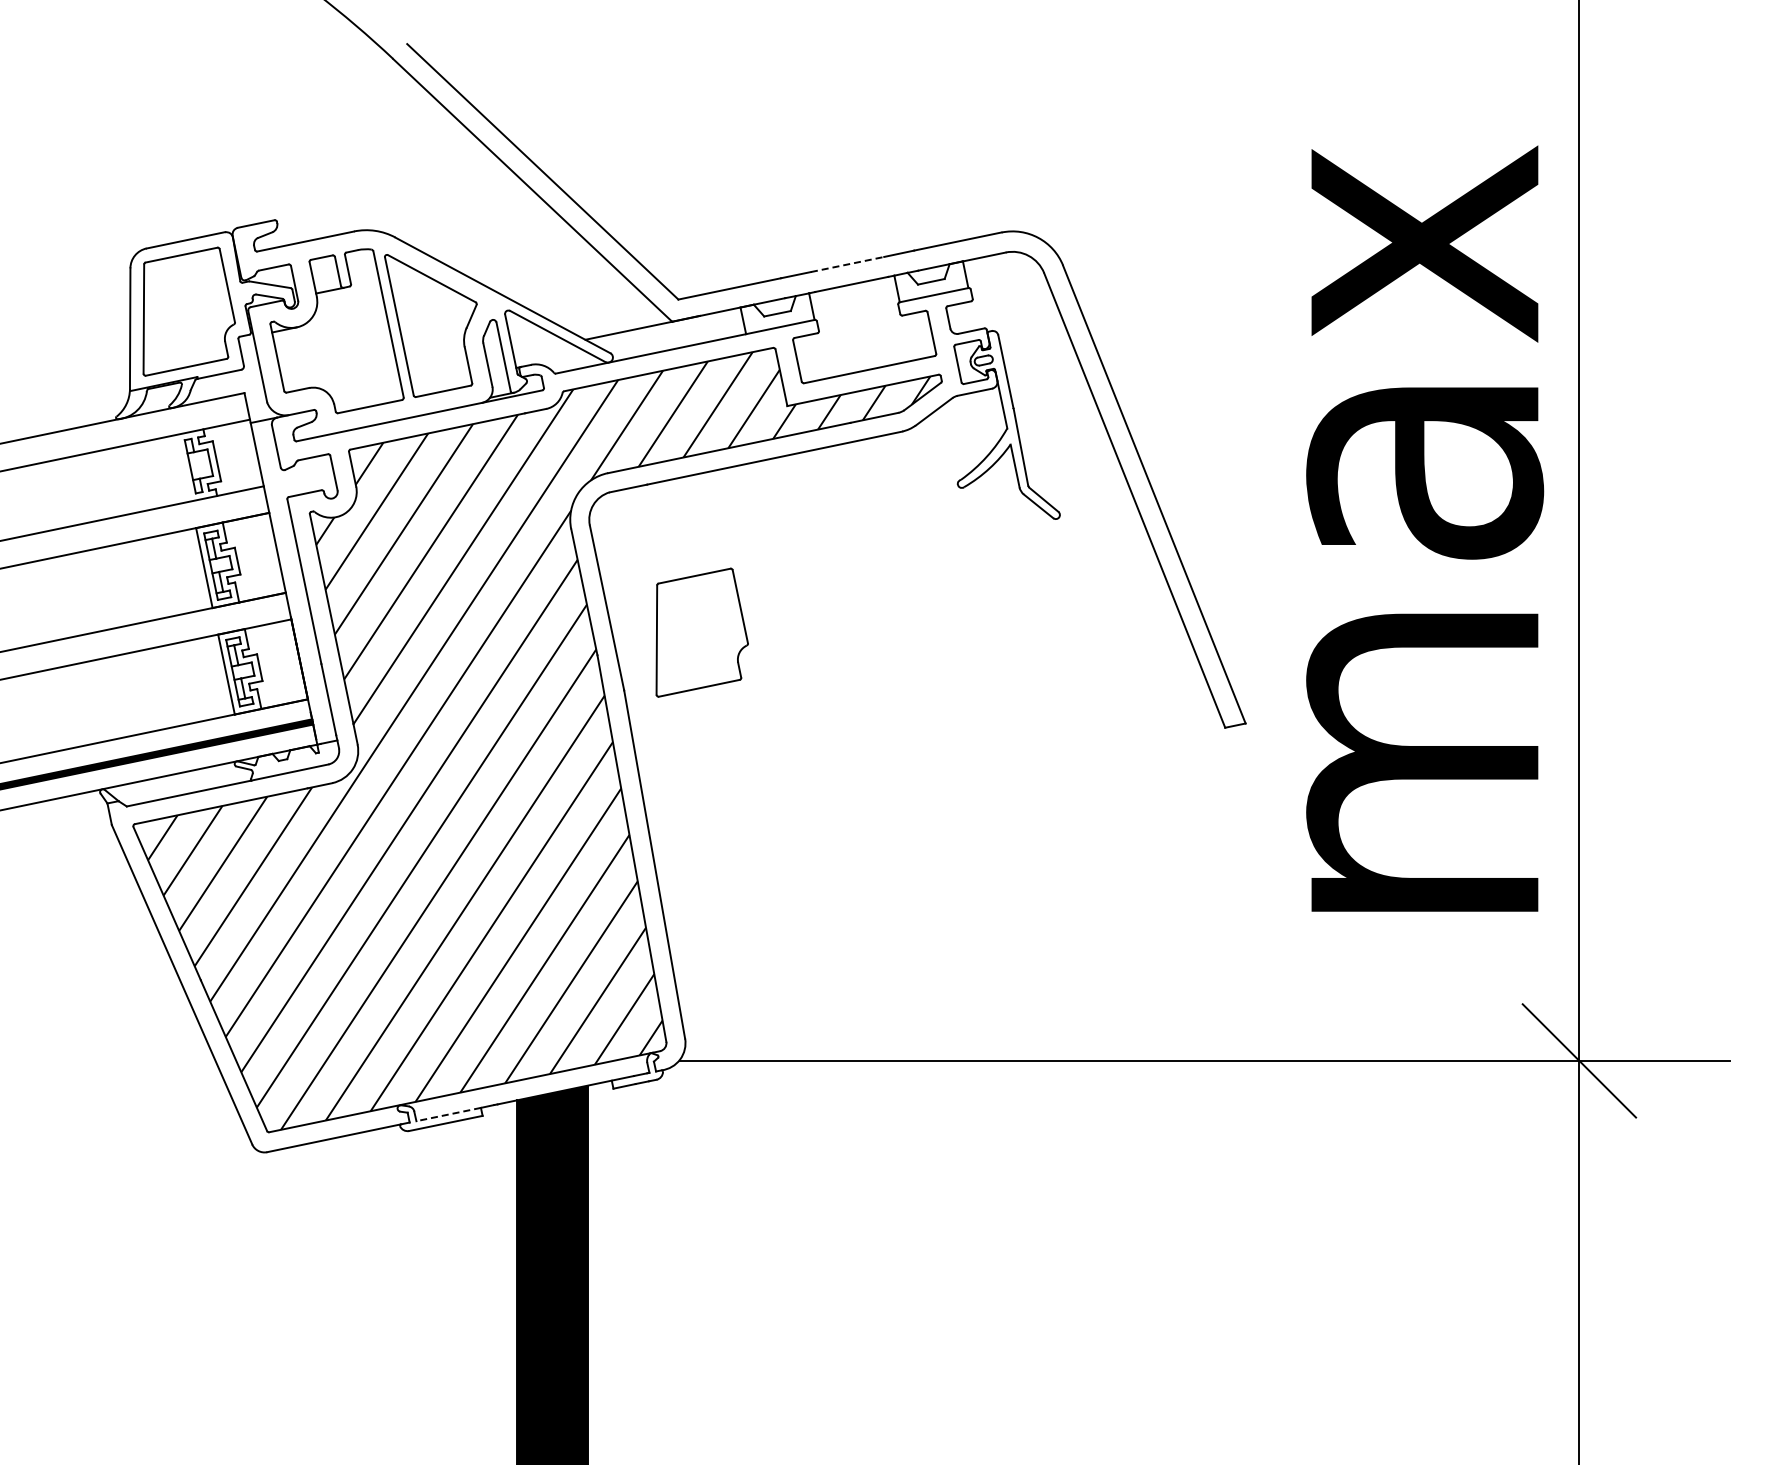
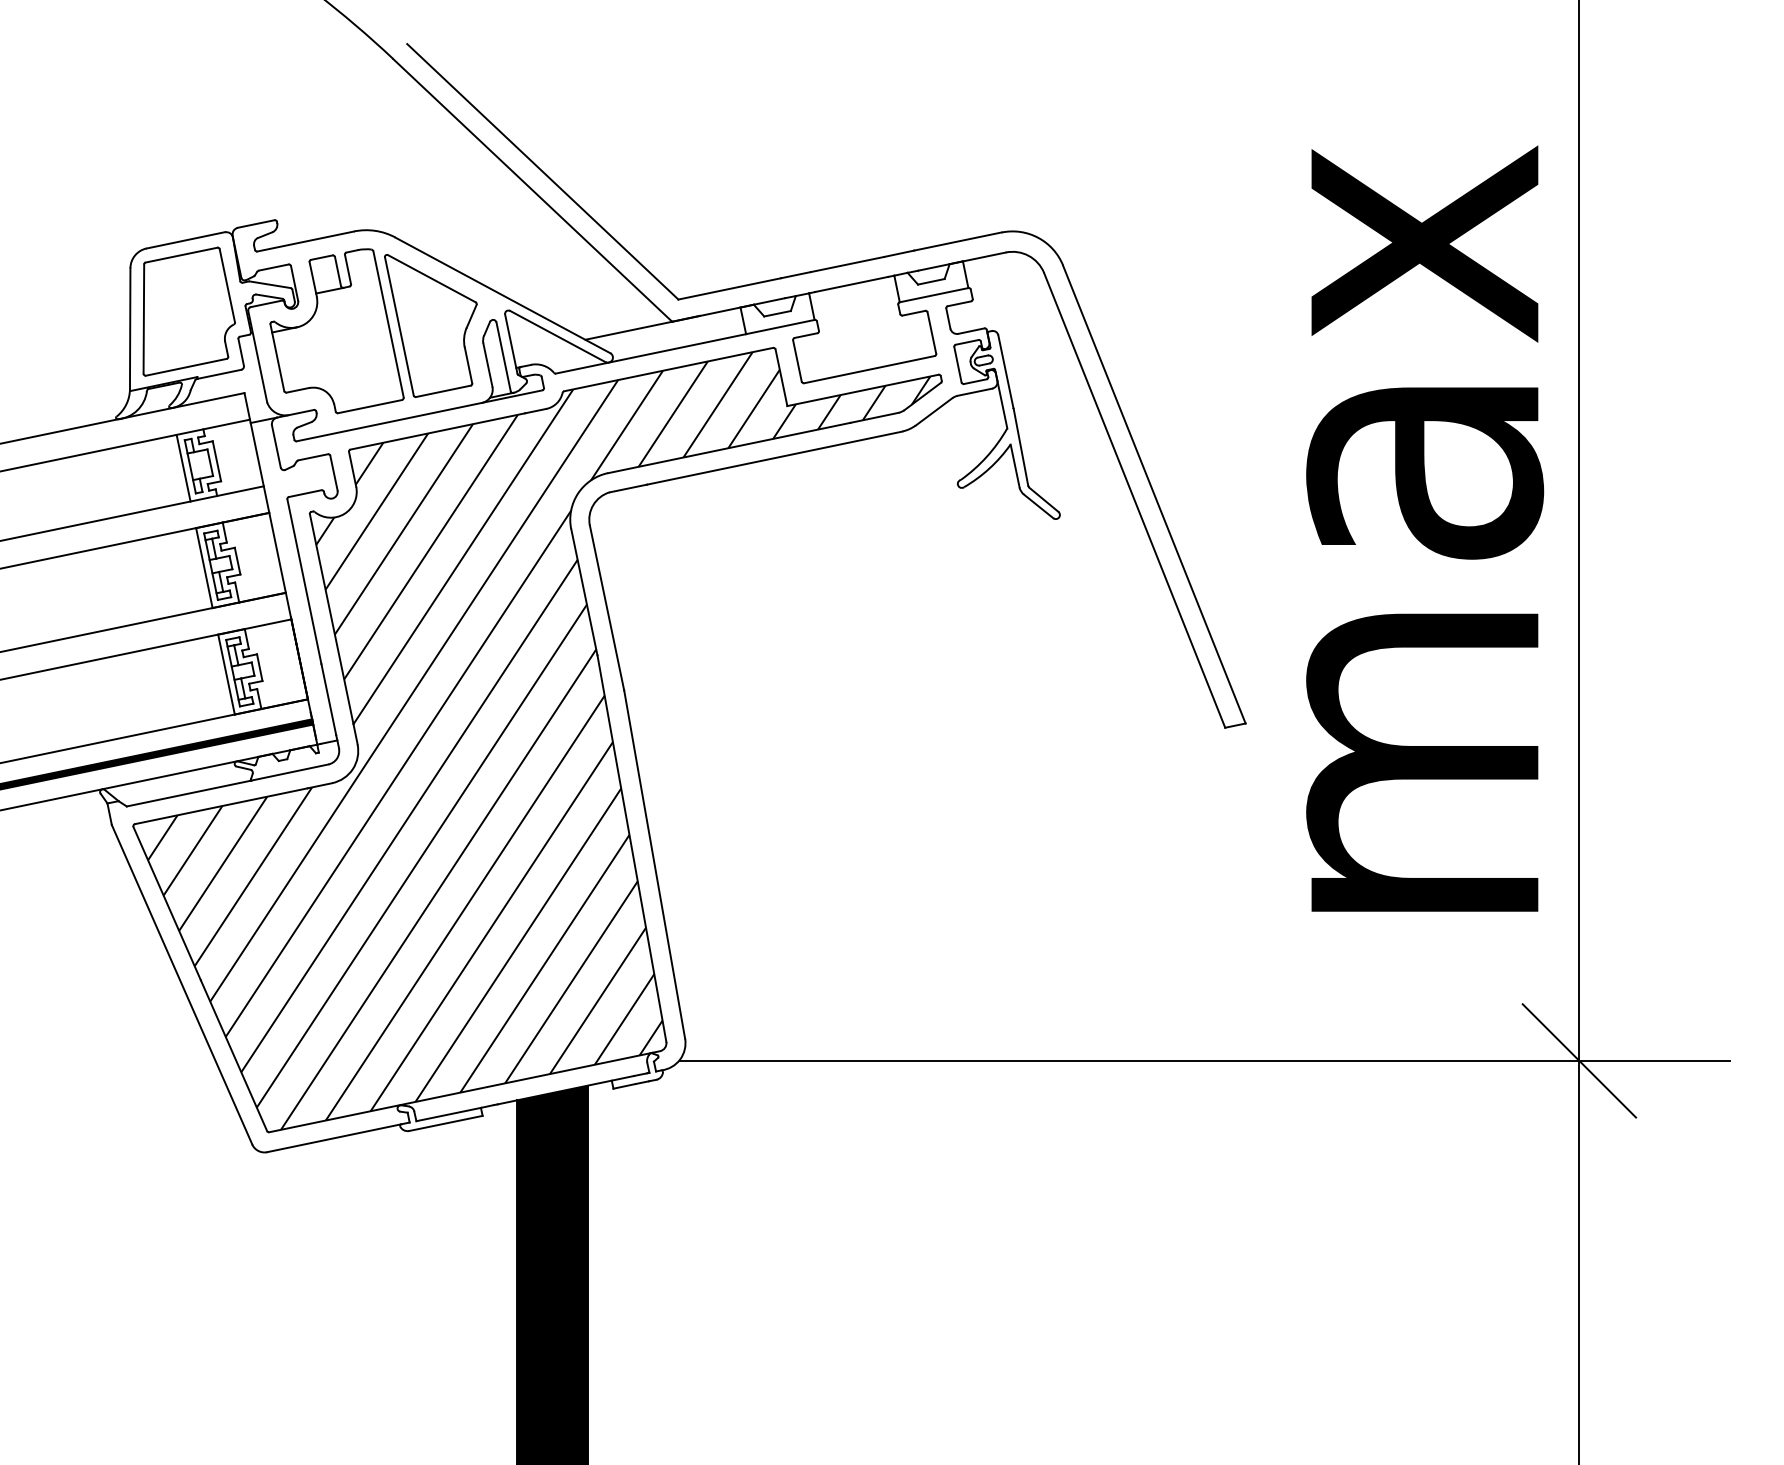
line at (848, 264): dashed -> solid
line at (183, 467): none -> present
part at (701, 632): present -> none
line at (448, 1114): dashed -> solid
